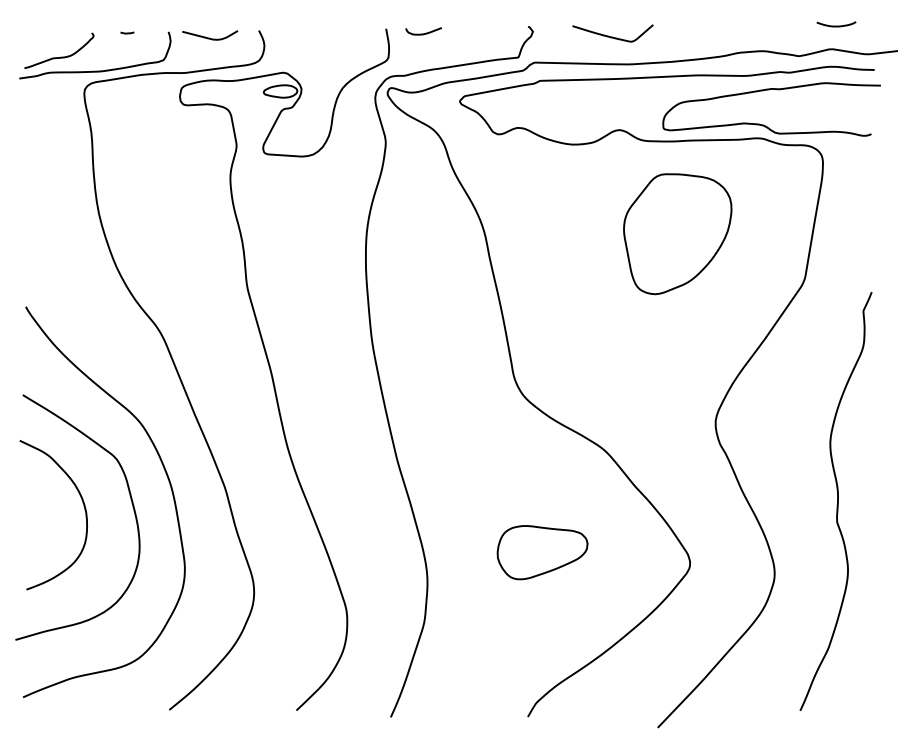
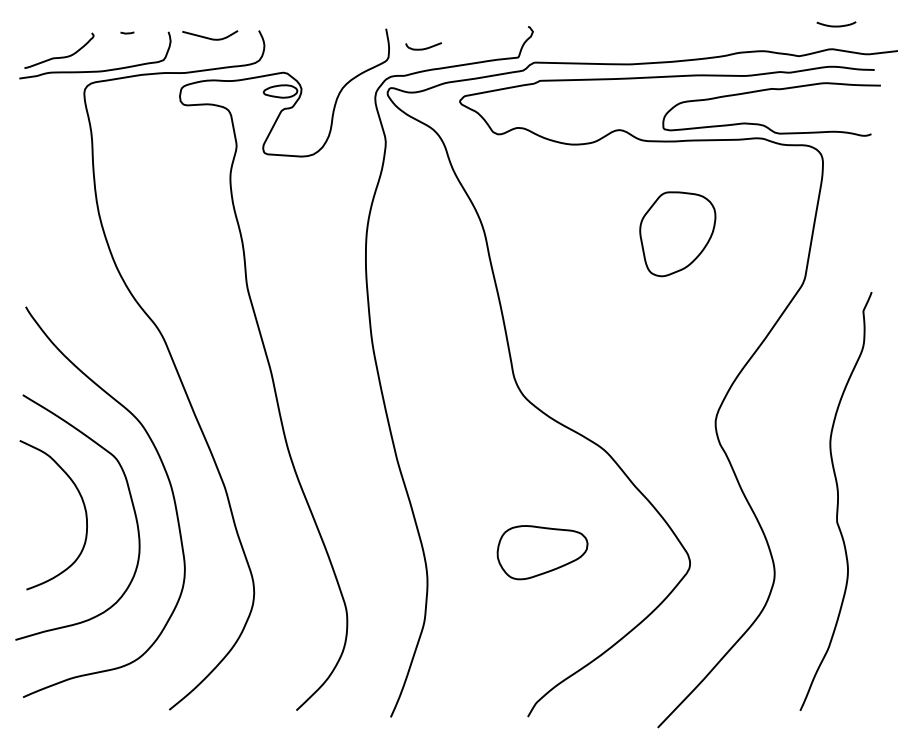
curve at (423, 33) position: (423, 33) -> (423, 48)
curve at (612, 36): present -> none
part at (677, 234) size: 110x123 px -> 78x87 px
